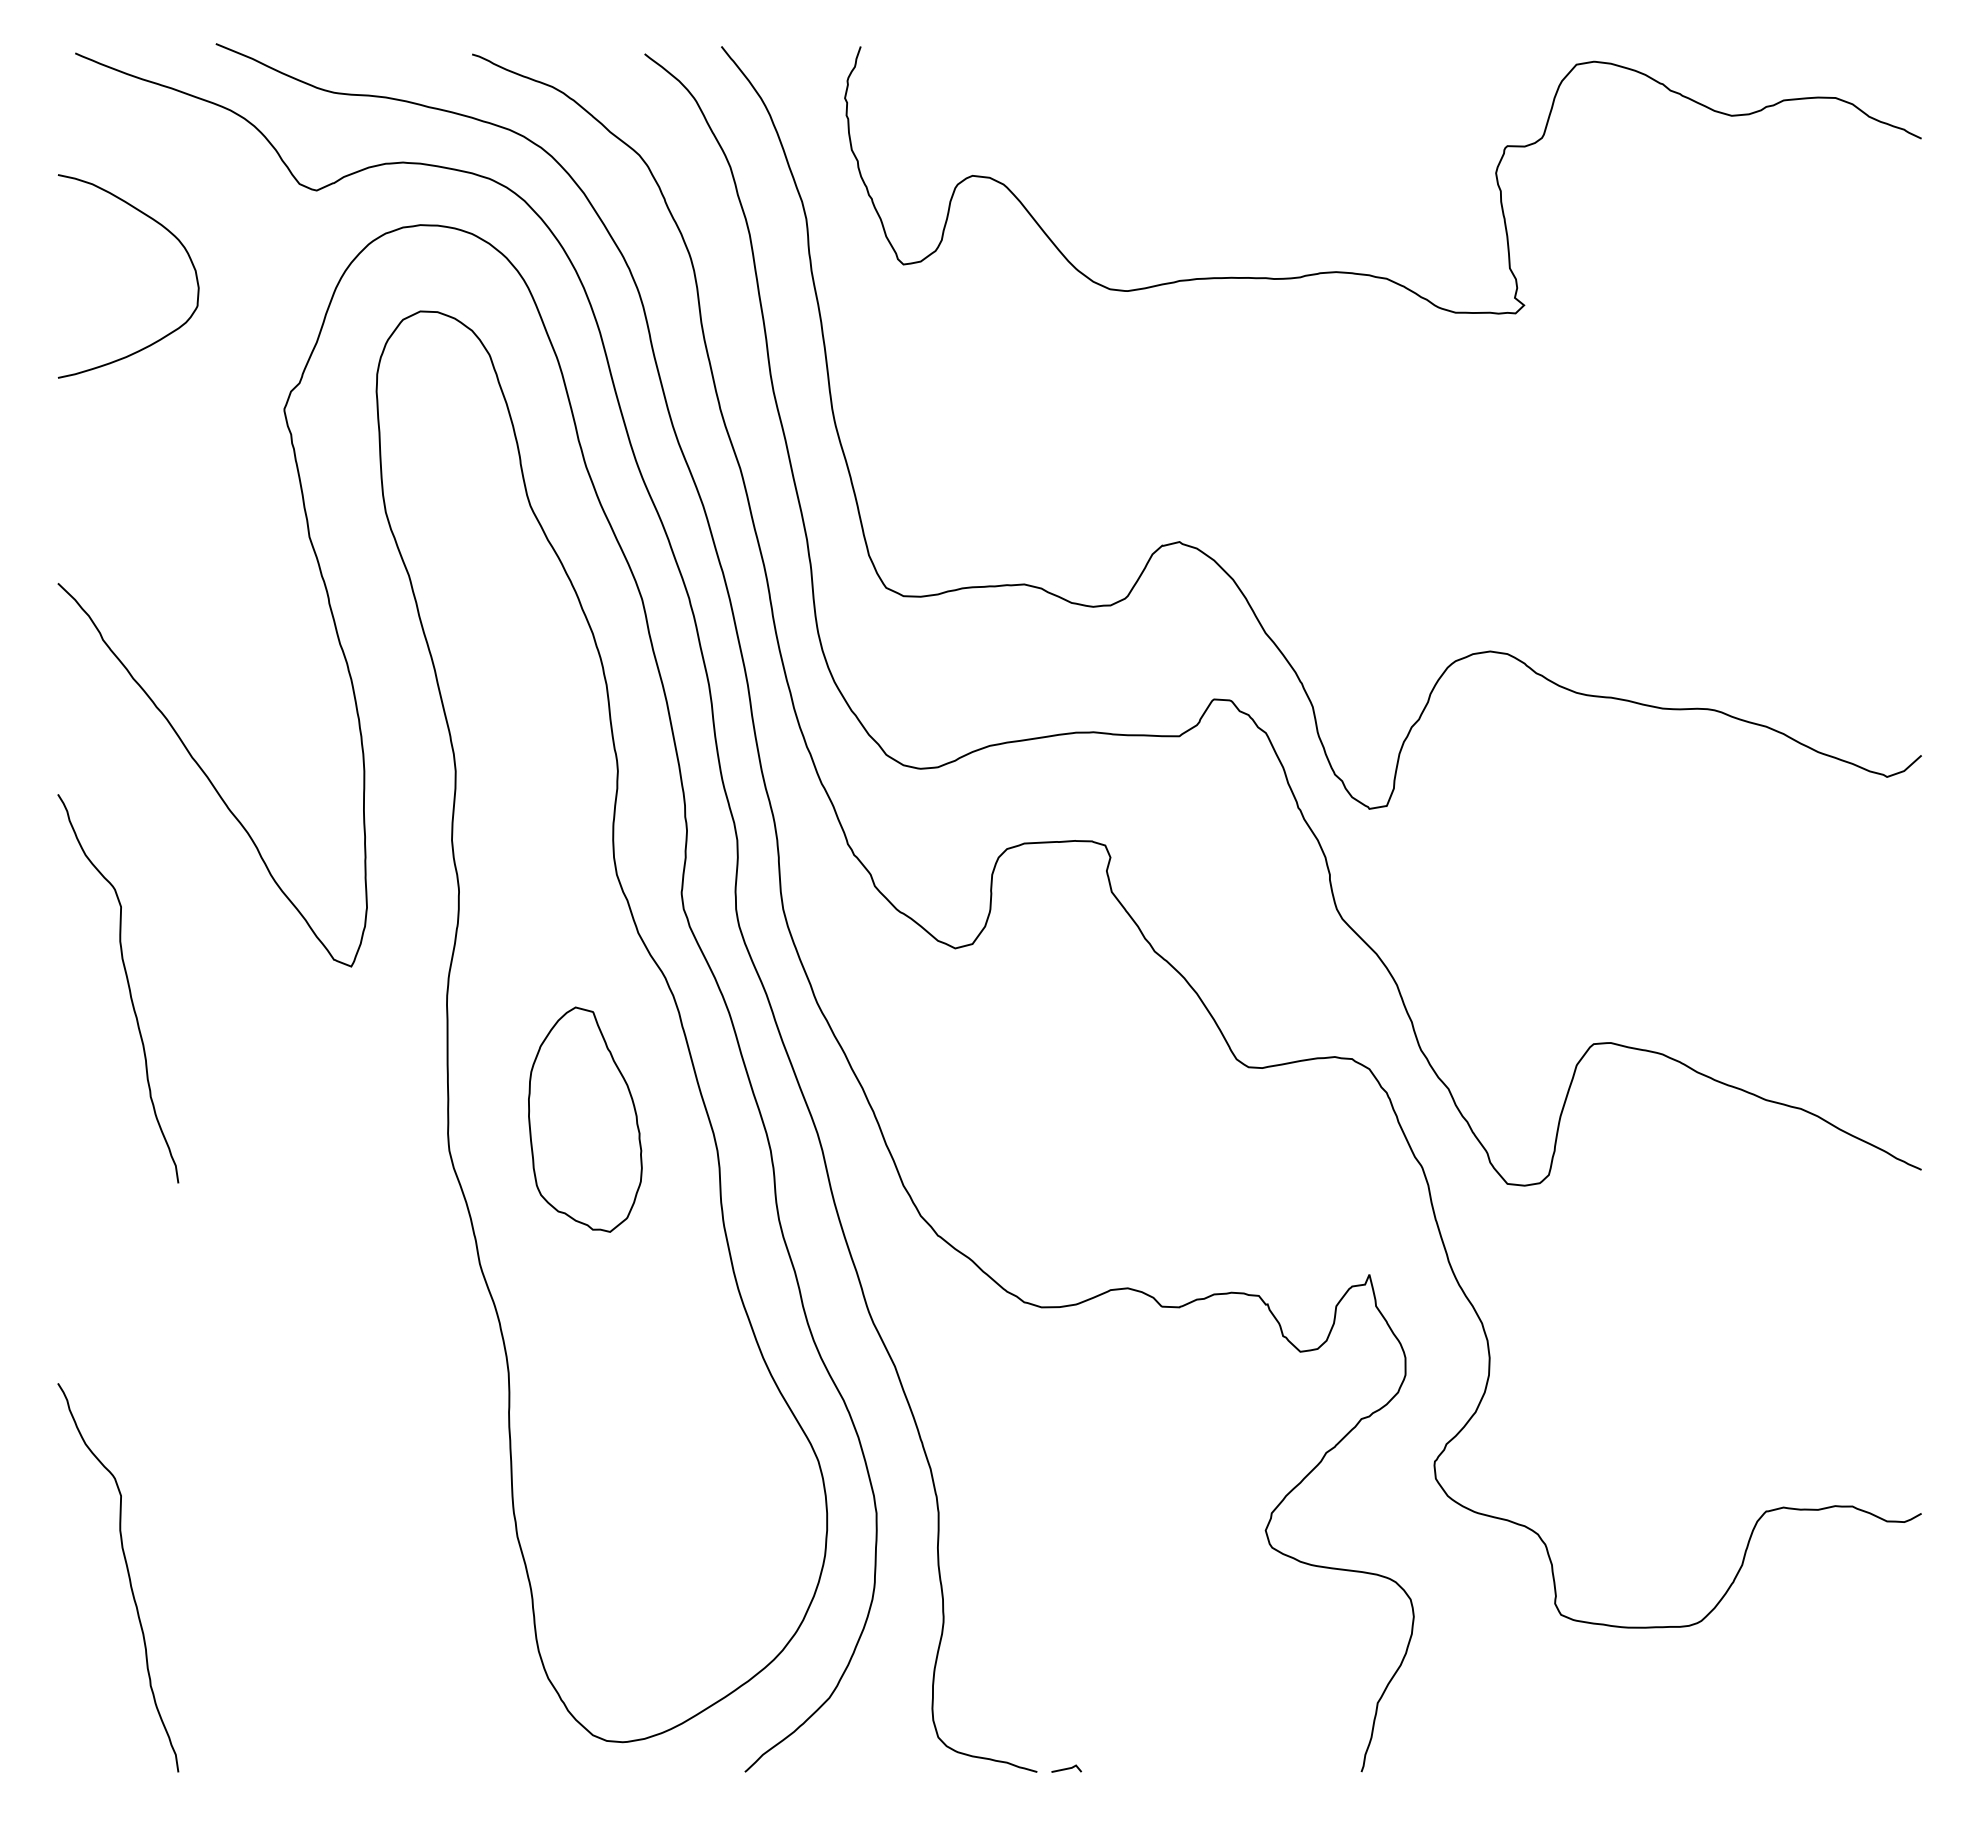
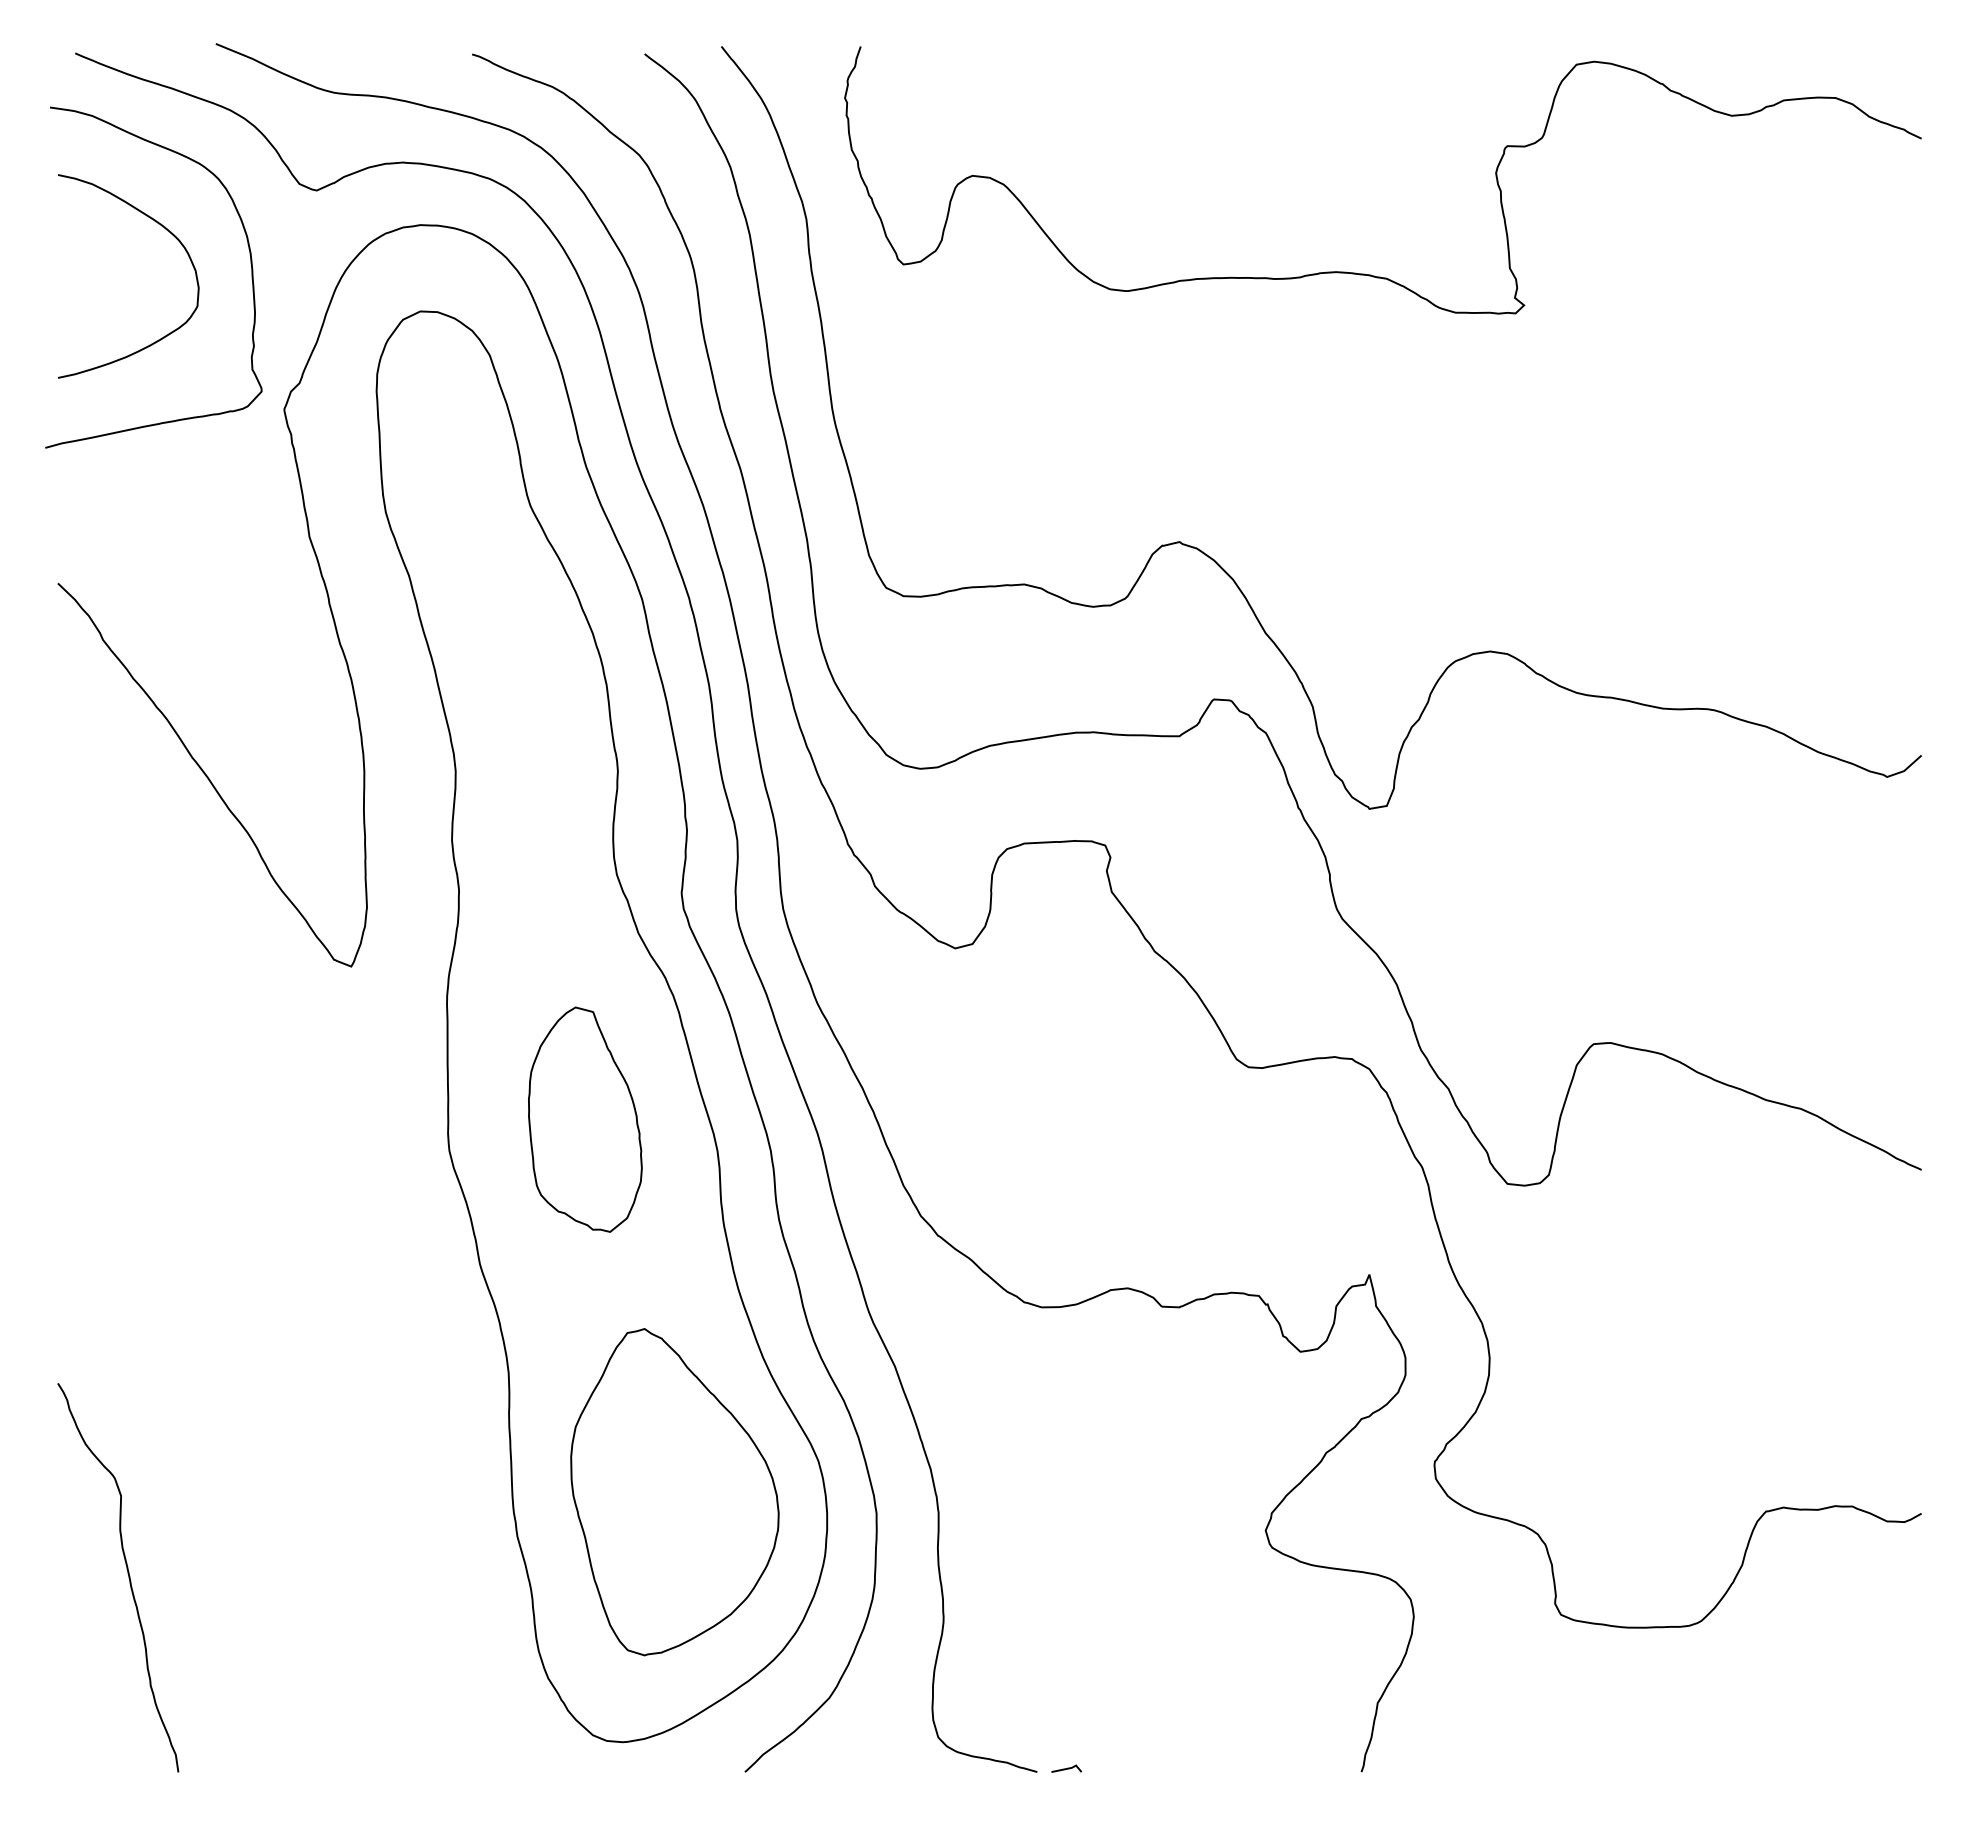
curve at (250, 264): none -> present
curve at (127, 984): present -> none
part at (674, 1492): none -> present
